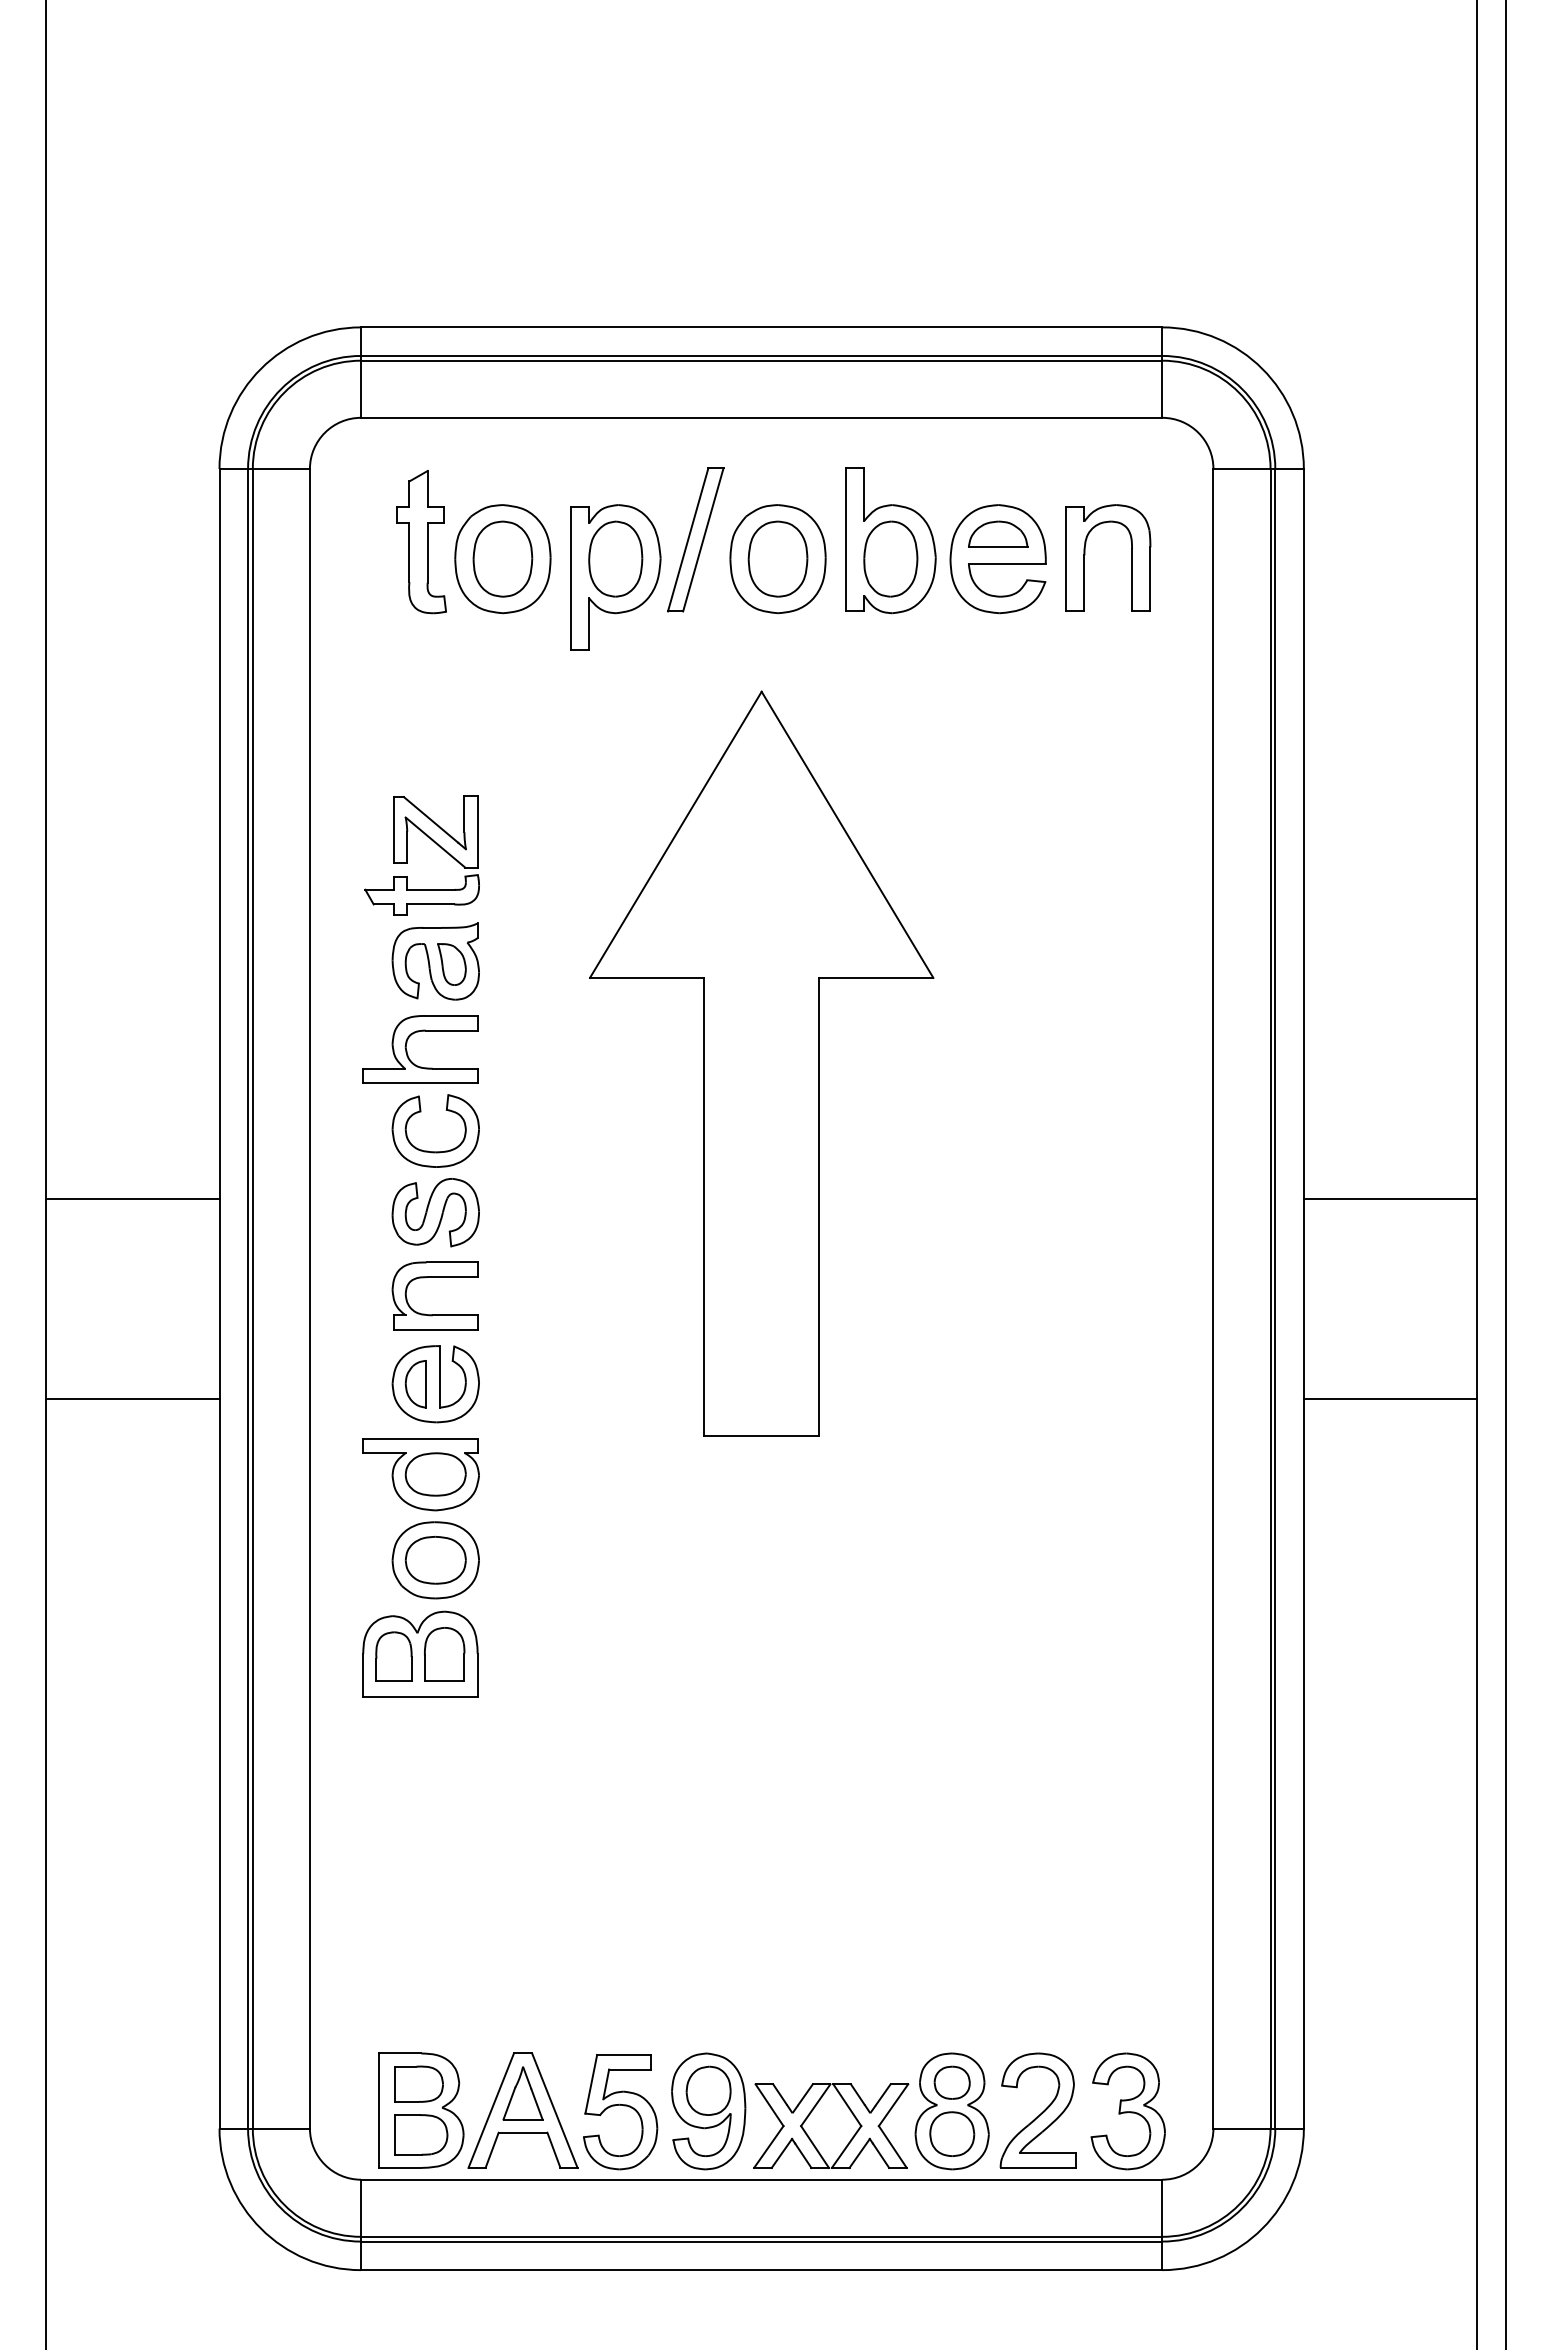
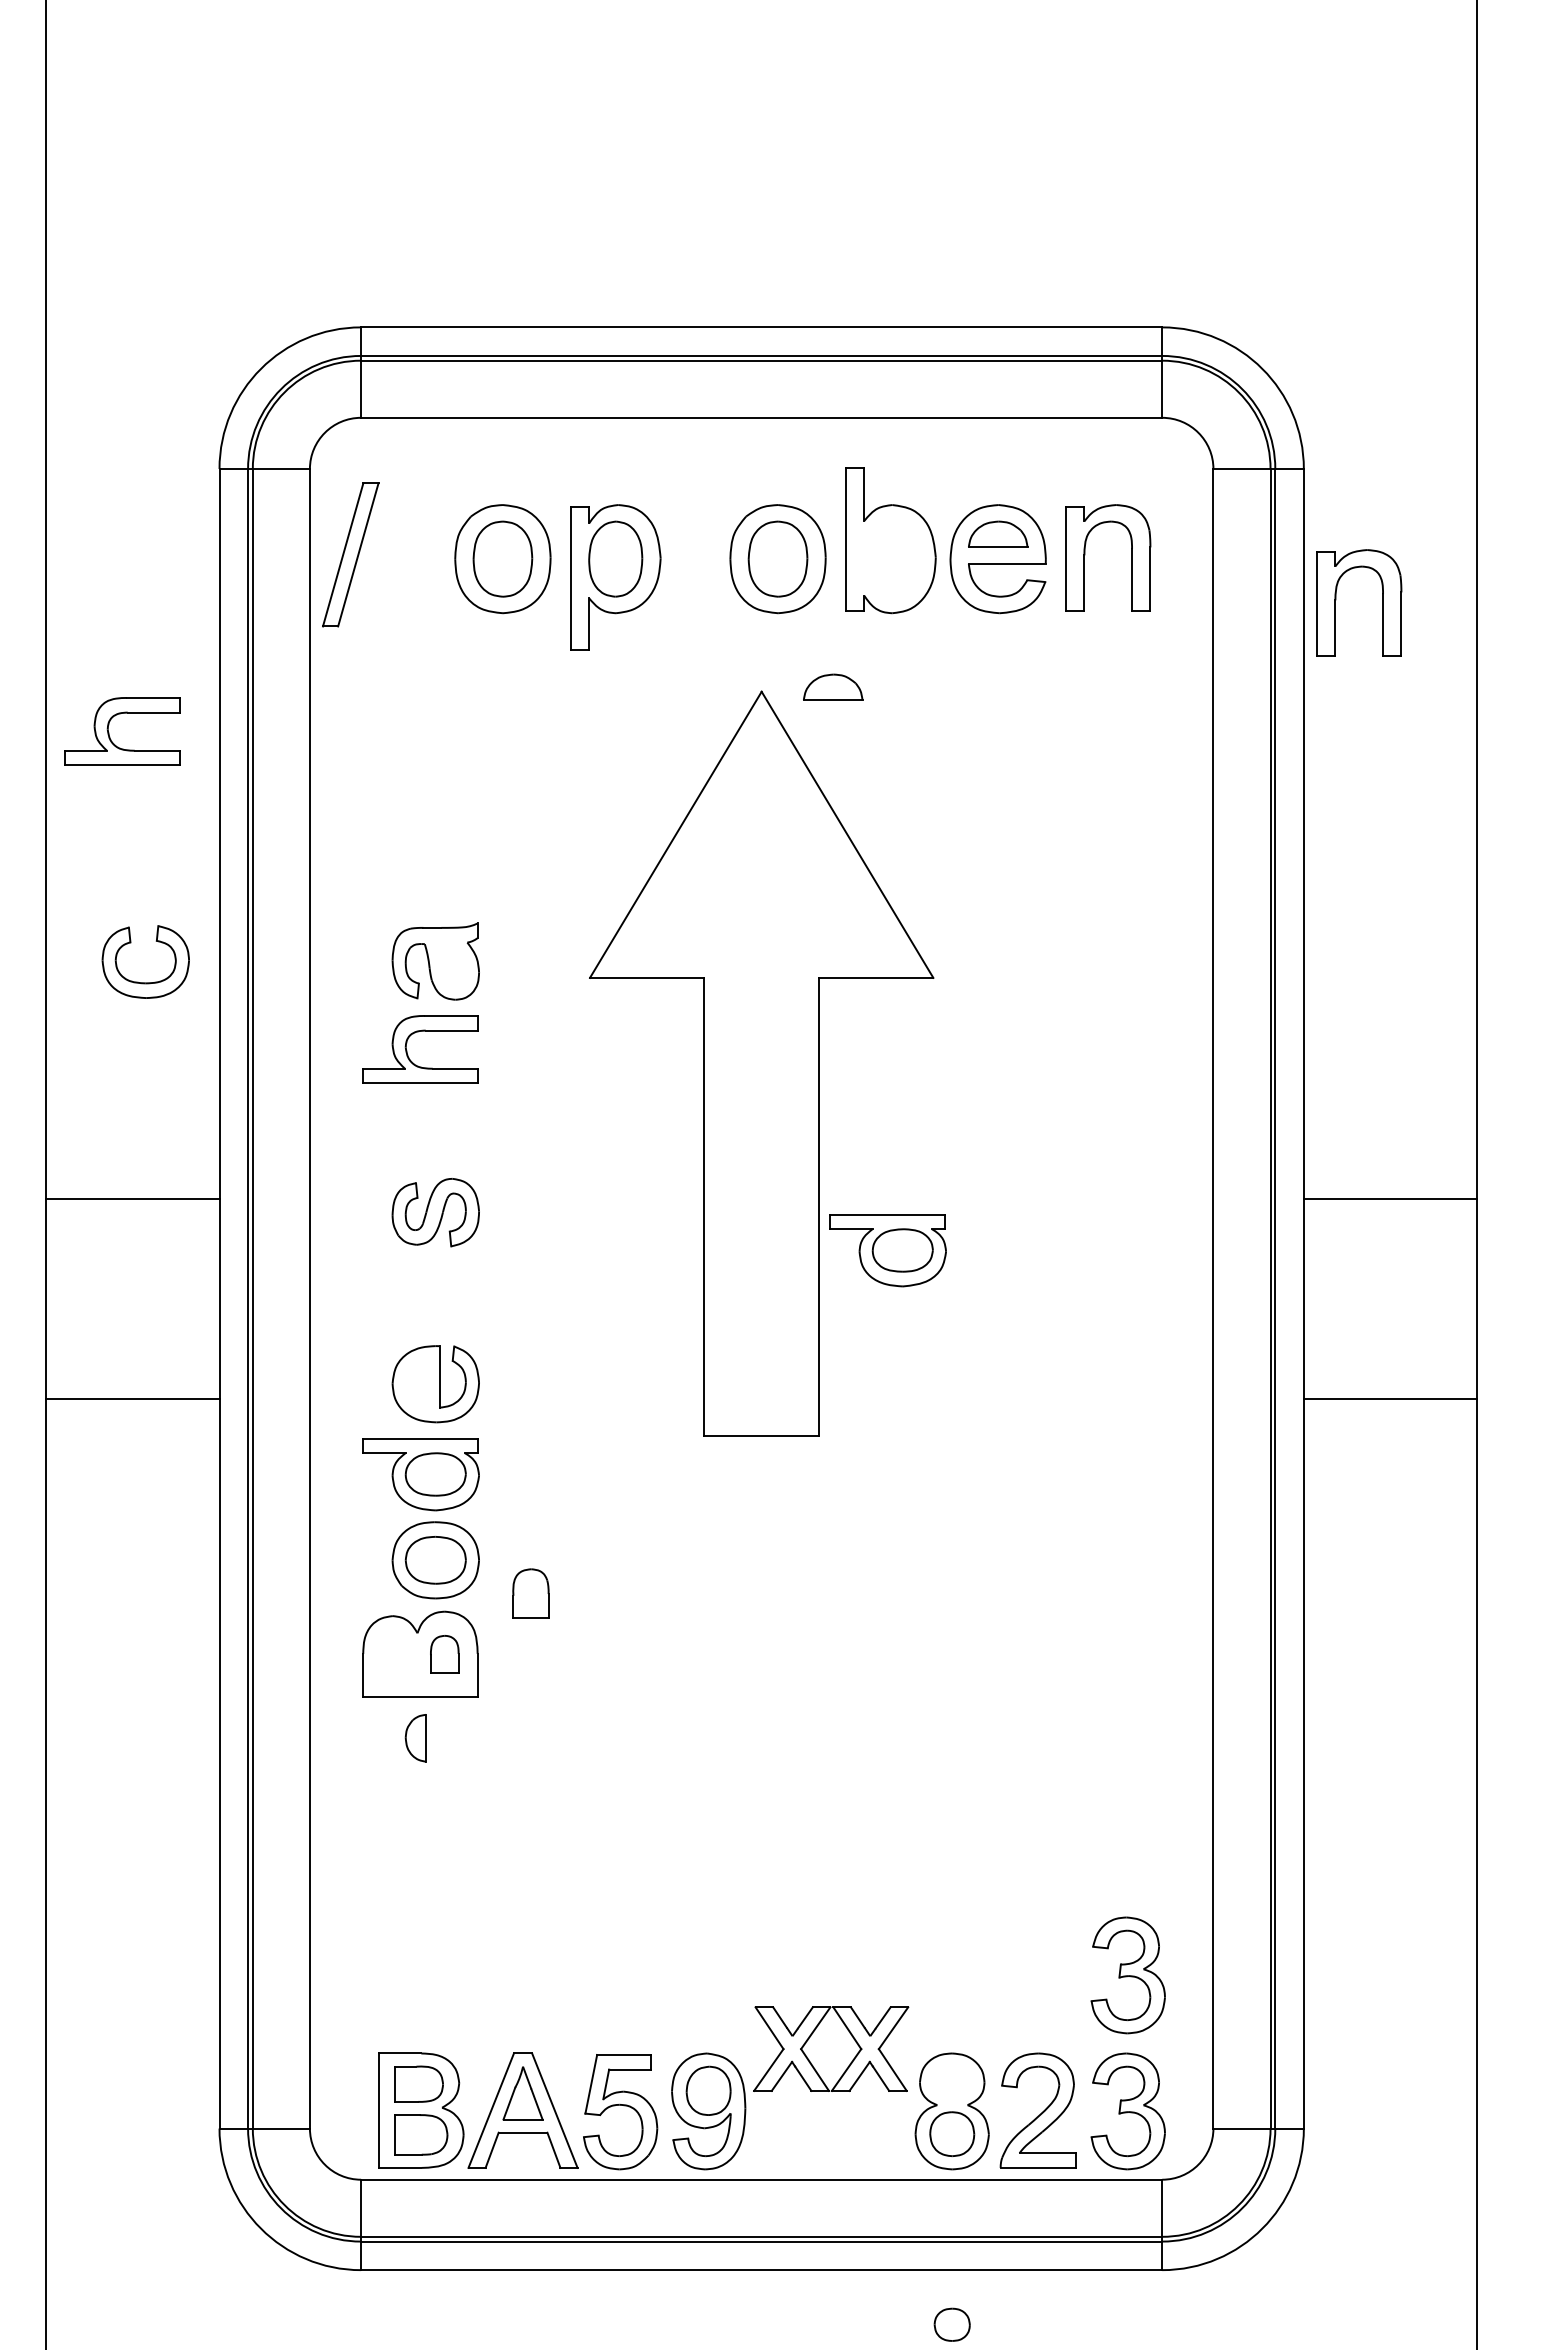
part at (695, 539) position: (695, 539) -> (350, 554)
part at (421, 542): present -> none
part at (890, 558): present -> none
part at (1382, 602): none -> present
part at (833, 686): none -> present
part at (109, 732): none -> present
part at (407, 855): present -> none
part at (451, 964): present -> none
part at (435, 1151) position: (435, 1151) -> (145, 982)
line at (1505, 1174): present -> none
part at (887, 1250): none -> present
part at (434, 1277): present -> none
part at (415, 1384) position: (415, 1384) -> (415, 1738)
part at (444, 1654) size: 42x55 px -> 30x39 px
part at (393, 1656) position: (393, 1656) -> (530, 1593)
part at (1127, 1975): none -> present
part at (951, 2082) position: (951, 2082) -> (951, 2324)
part at (831, 2125) position: (831, 2125) -> (831, 2048)
